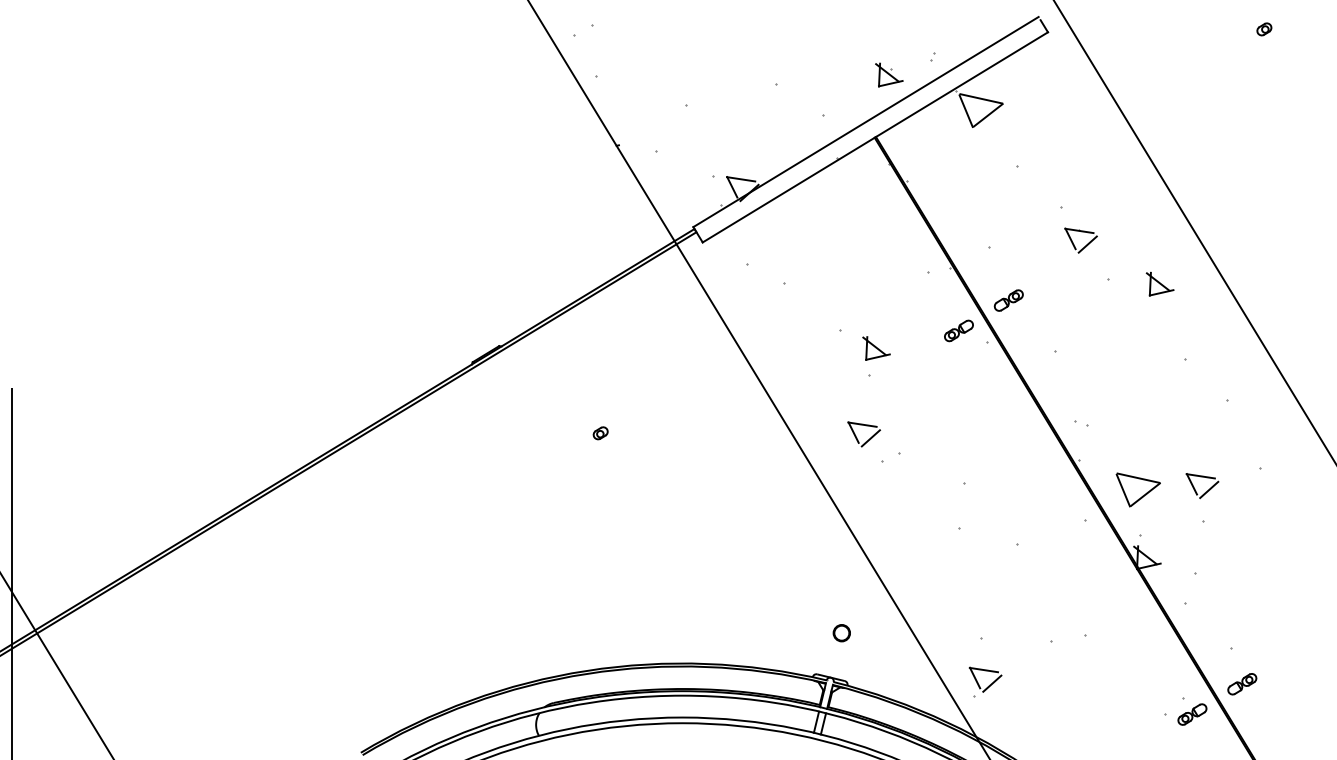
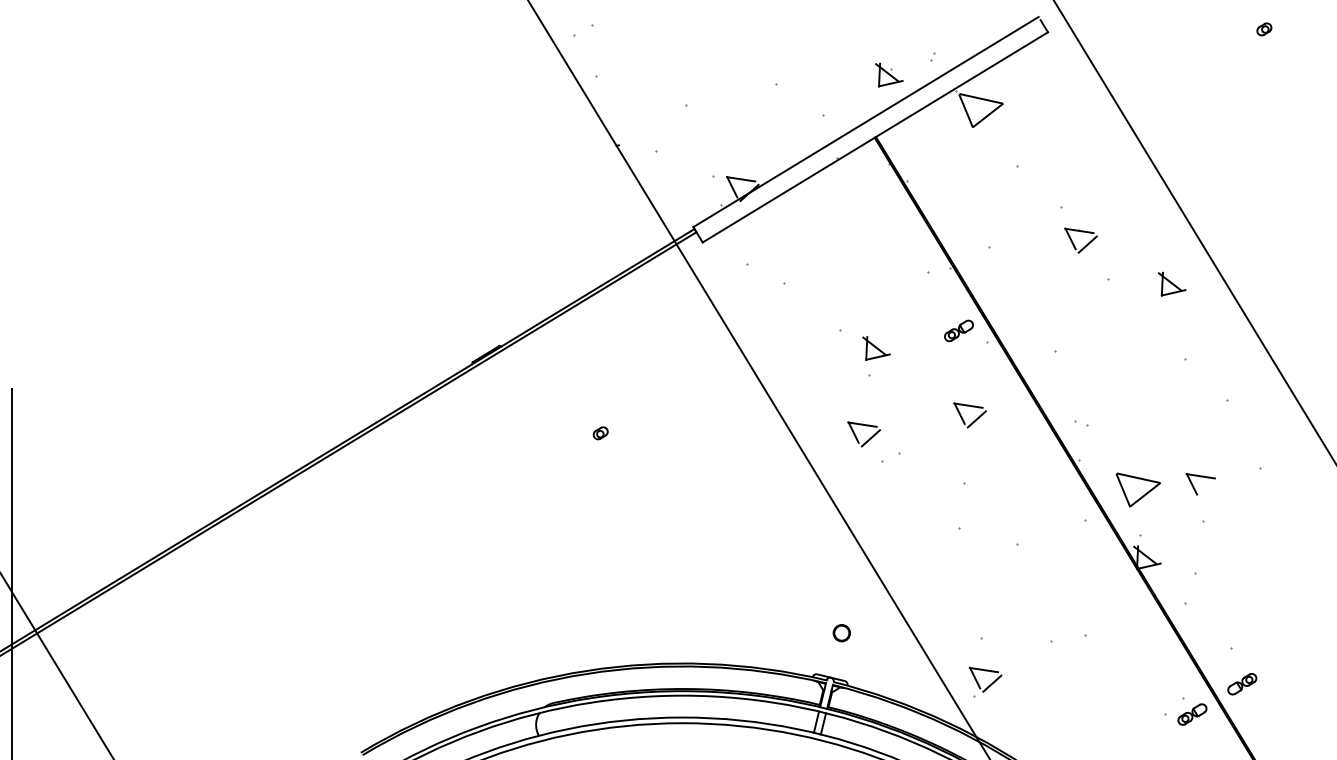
part at (1159, 283) position: (1159, 283) -> (1171, 283)
part at (1008, 300): present -> none
part at (963, 418): none -> present
line at (1209, 489): present -> none
